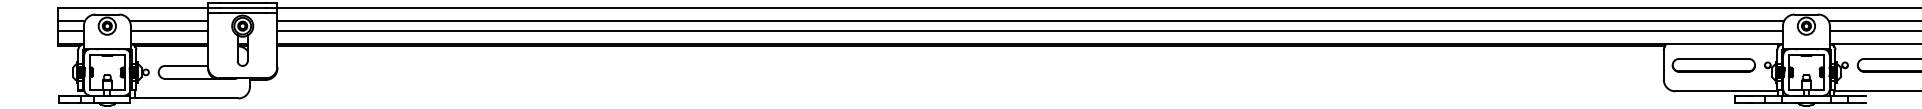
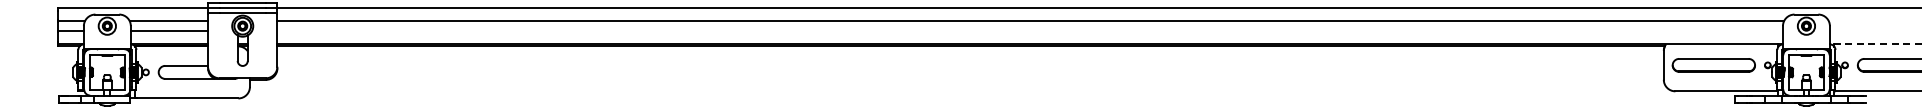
line at (1873, 21): present -> none
line at (1029, 31): present -> none
line at (1873, 31): present -> none
line at (1875, 44): solid -> dashed
